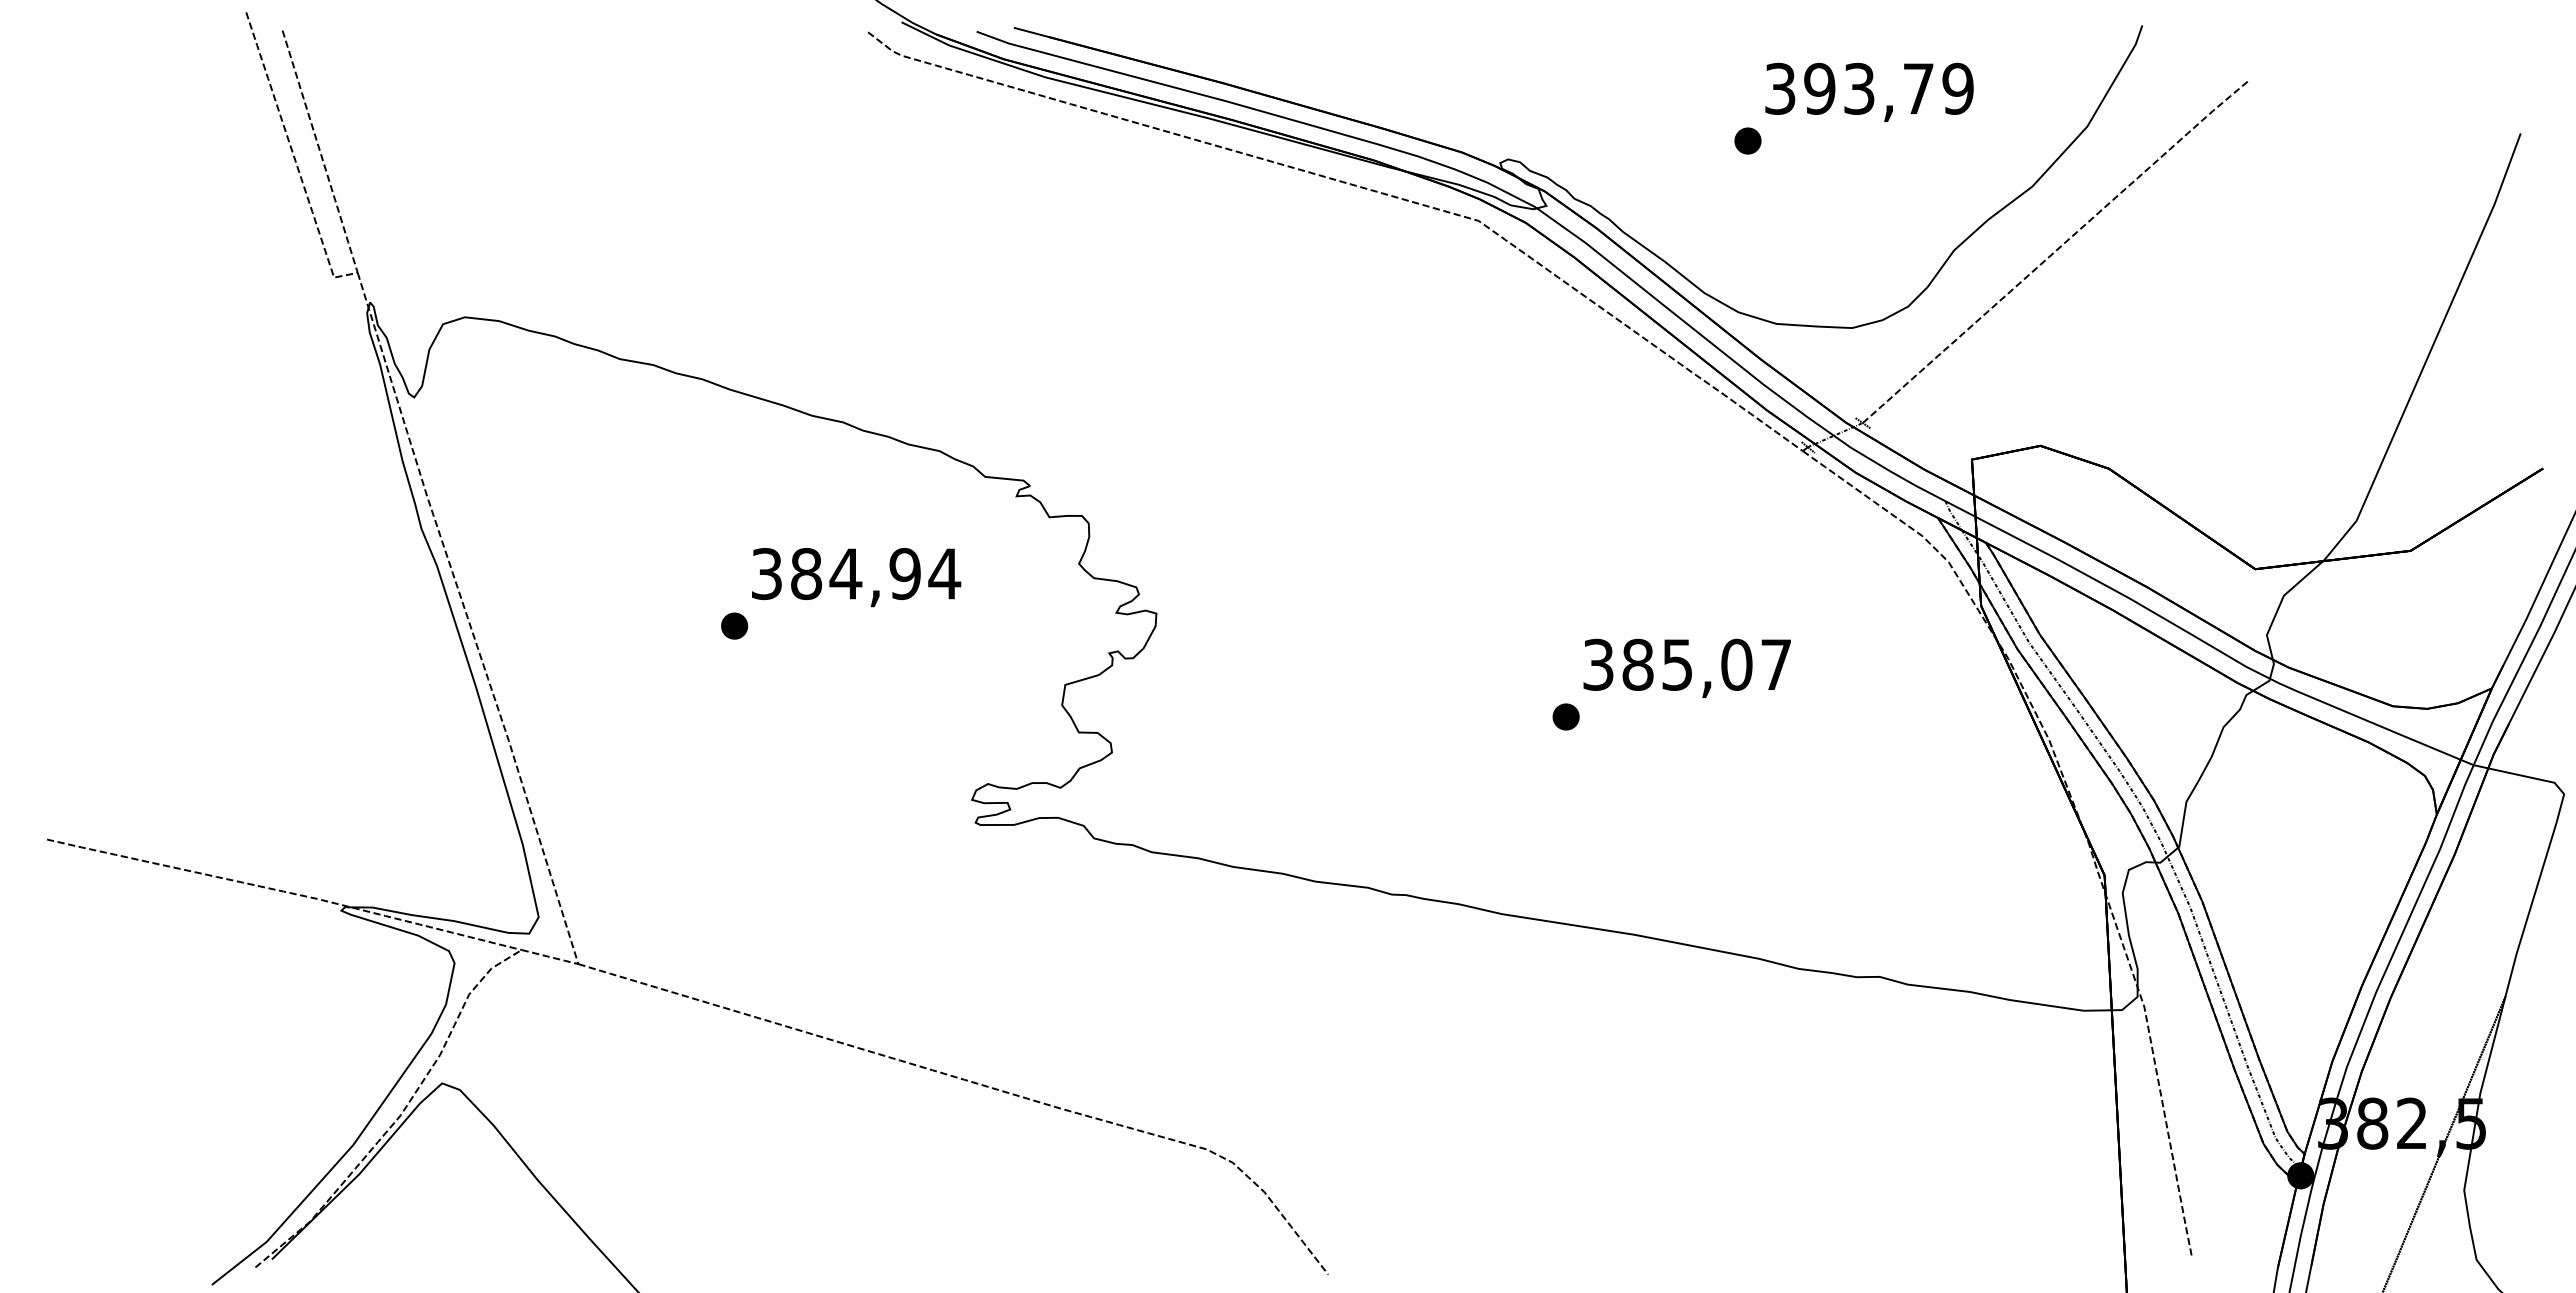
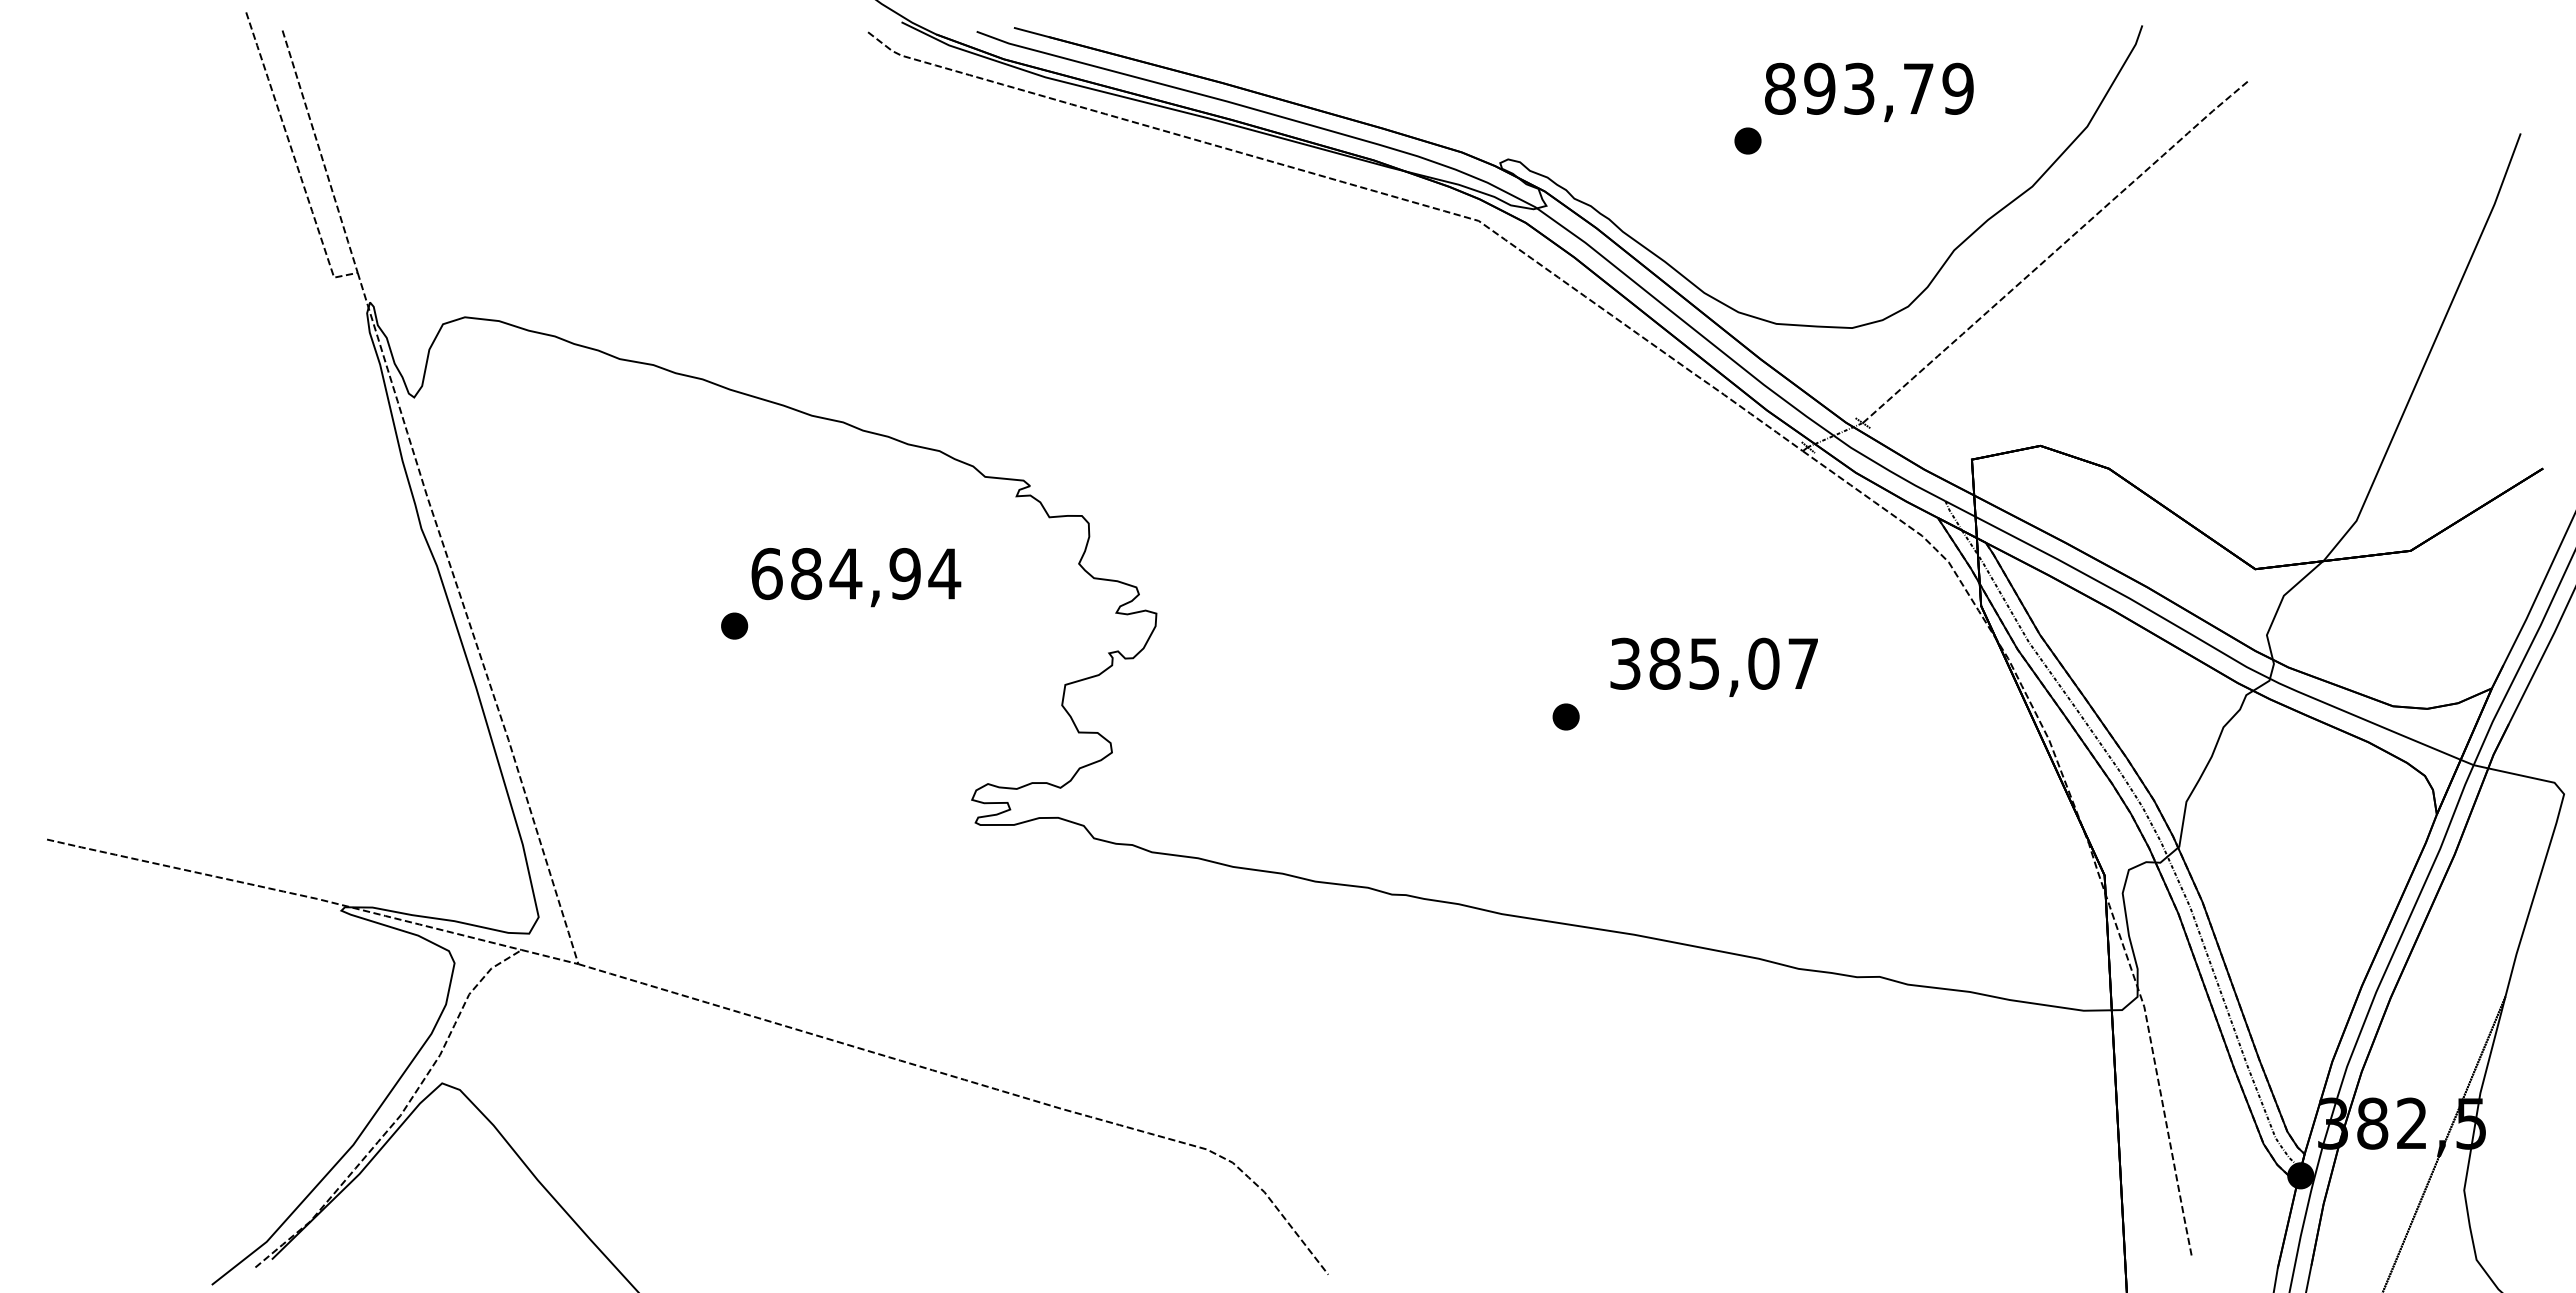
text at (1780, 88): 393,79 -> 893,79
text at (766, 573): 384,94 -> 684,94
text at (1686, 667) position: (1686, 667) -> (1713, 666)
